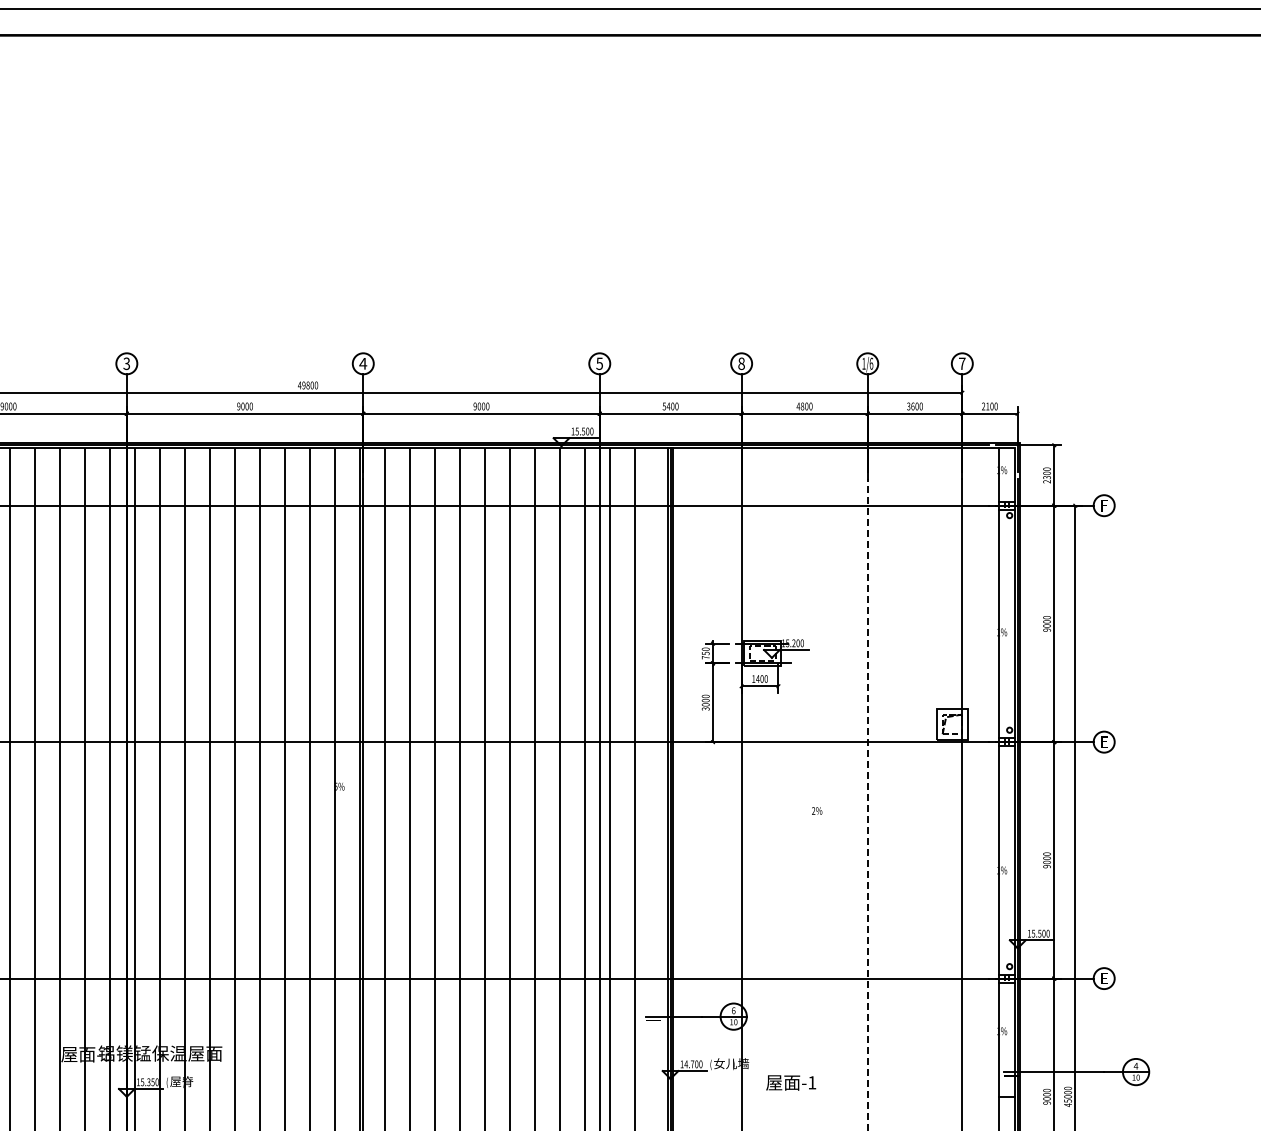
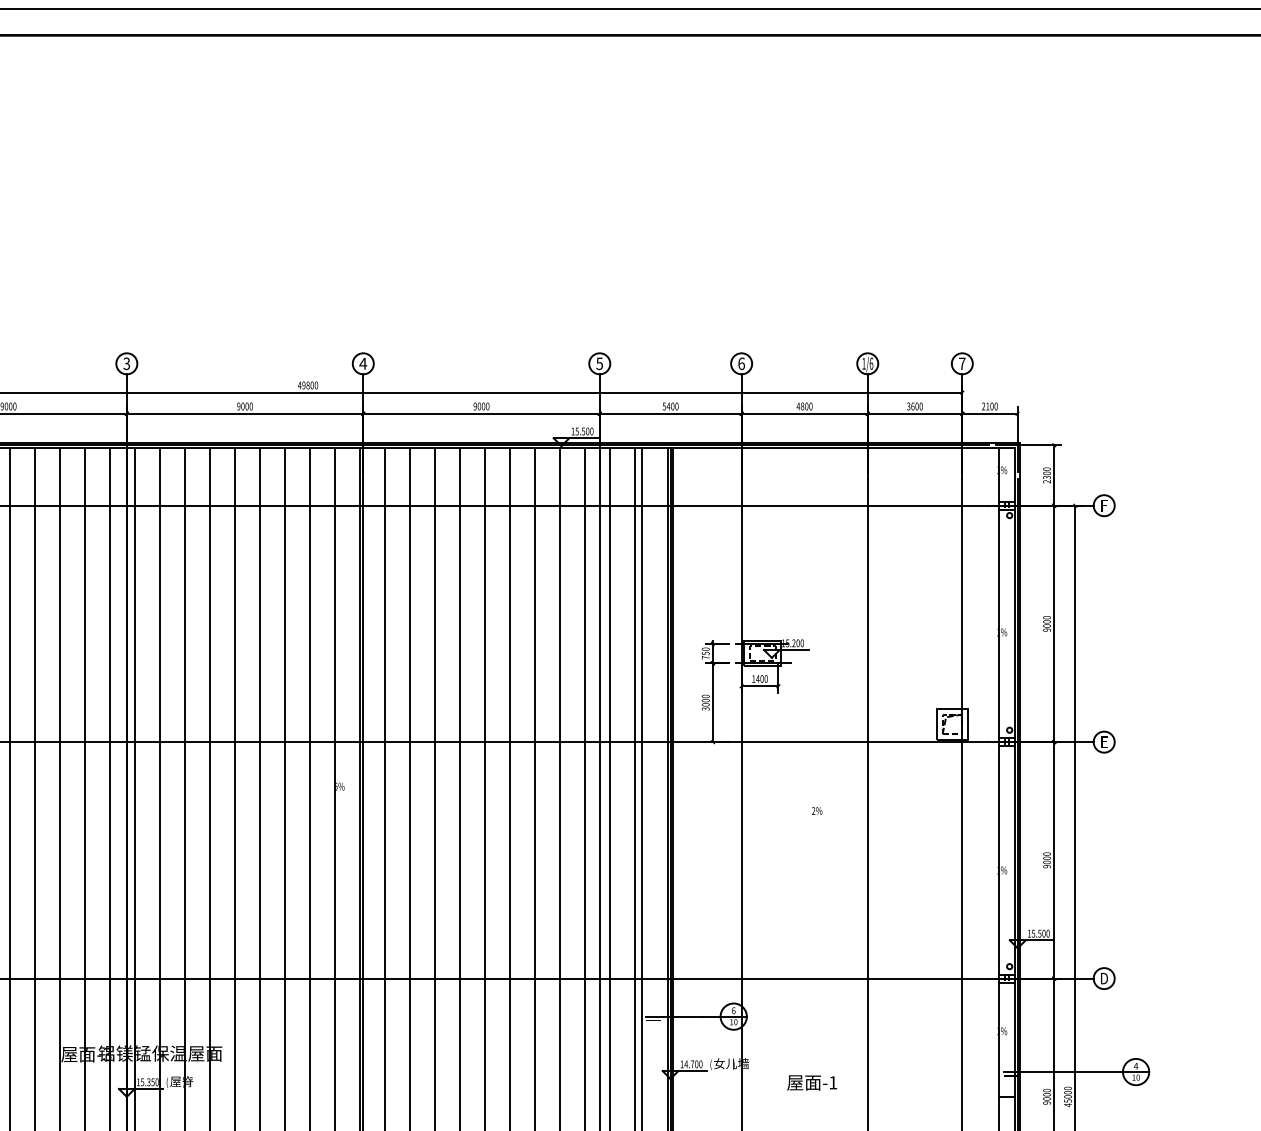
text at (741, 363): 8 -> 6
line at (641, 787): none -> present
line at (867, 804): dashed -> solid
text at (1104, 978): E -> D
text at (791, 1082) position: (791, 1082) -> (812, 1082)
